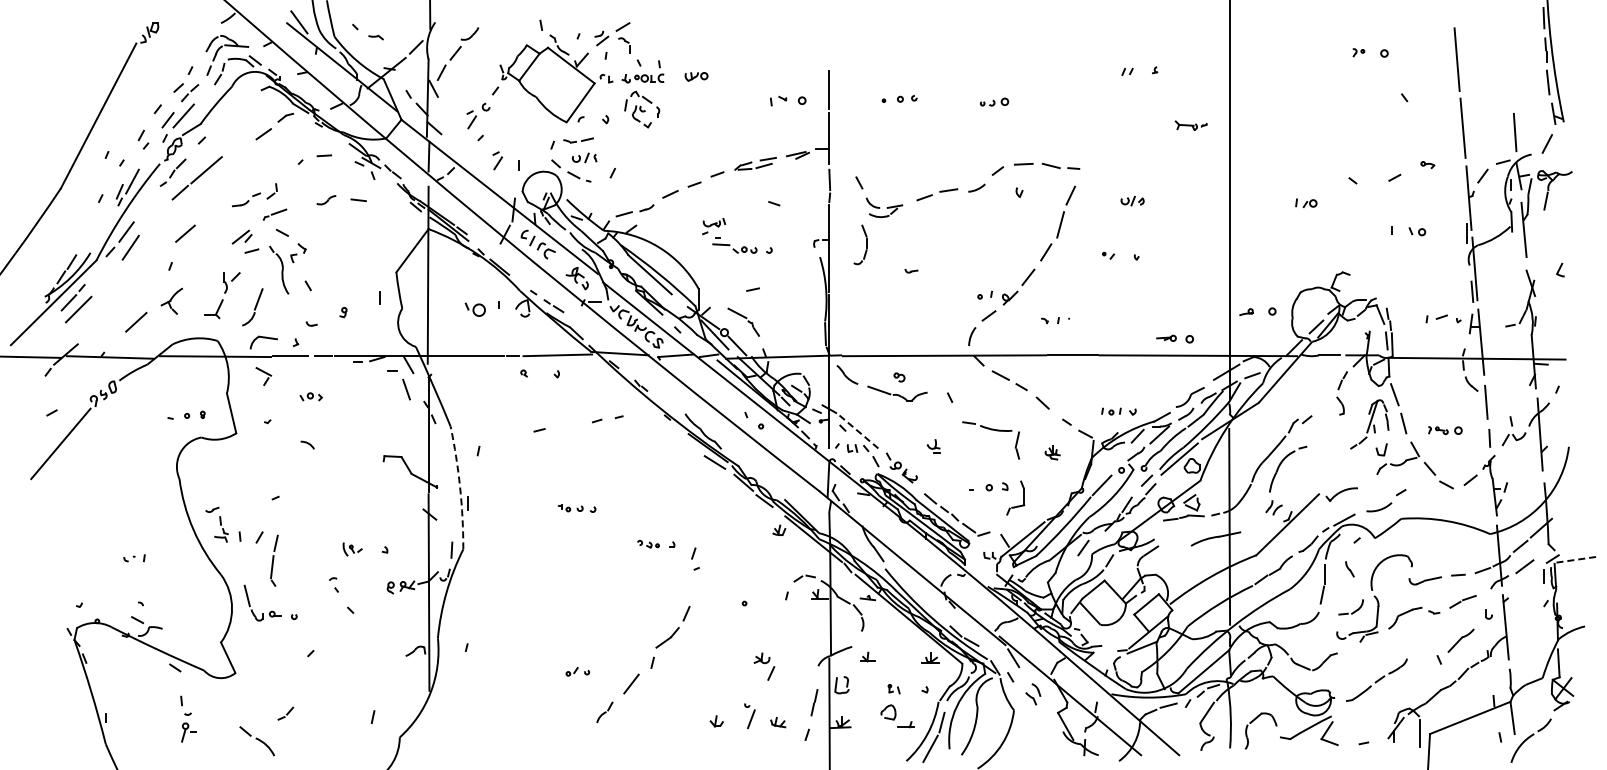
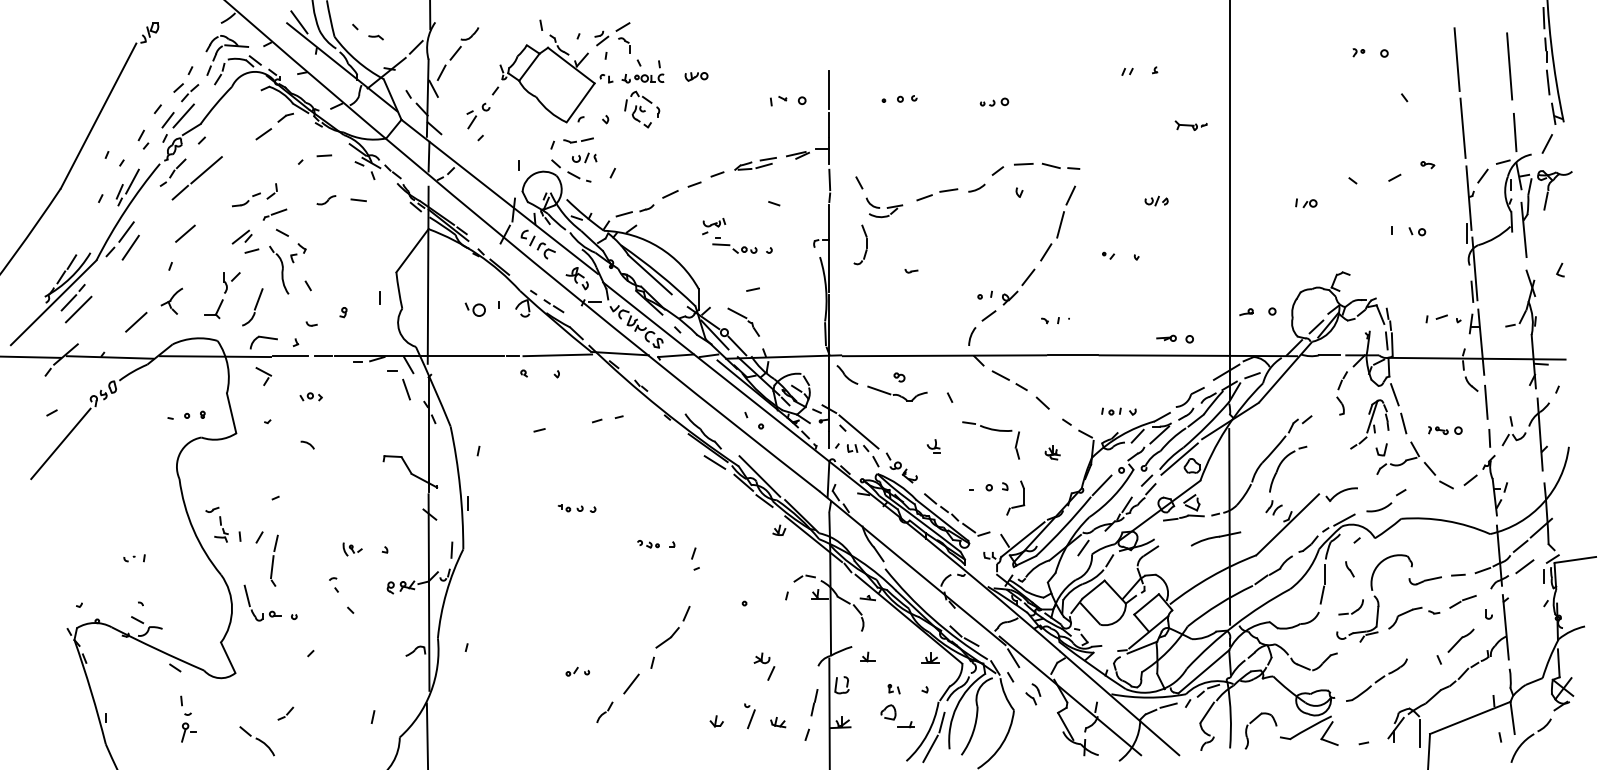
line at (1509, 66): none -> present
part at (497, 160): present -> none
part at (1132, 200) position: (1132, 200) -> (1156, 200)
line at (858, 432): dashed -> solid
line at (759, 476): none -> present
arc at (460, 487): dashed -> solid
line at (1575, 559): dashed -> solid
line at (427, 734): none -> present
